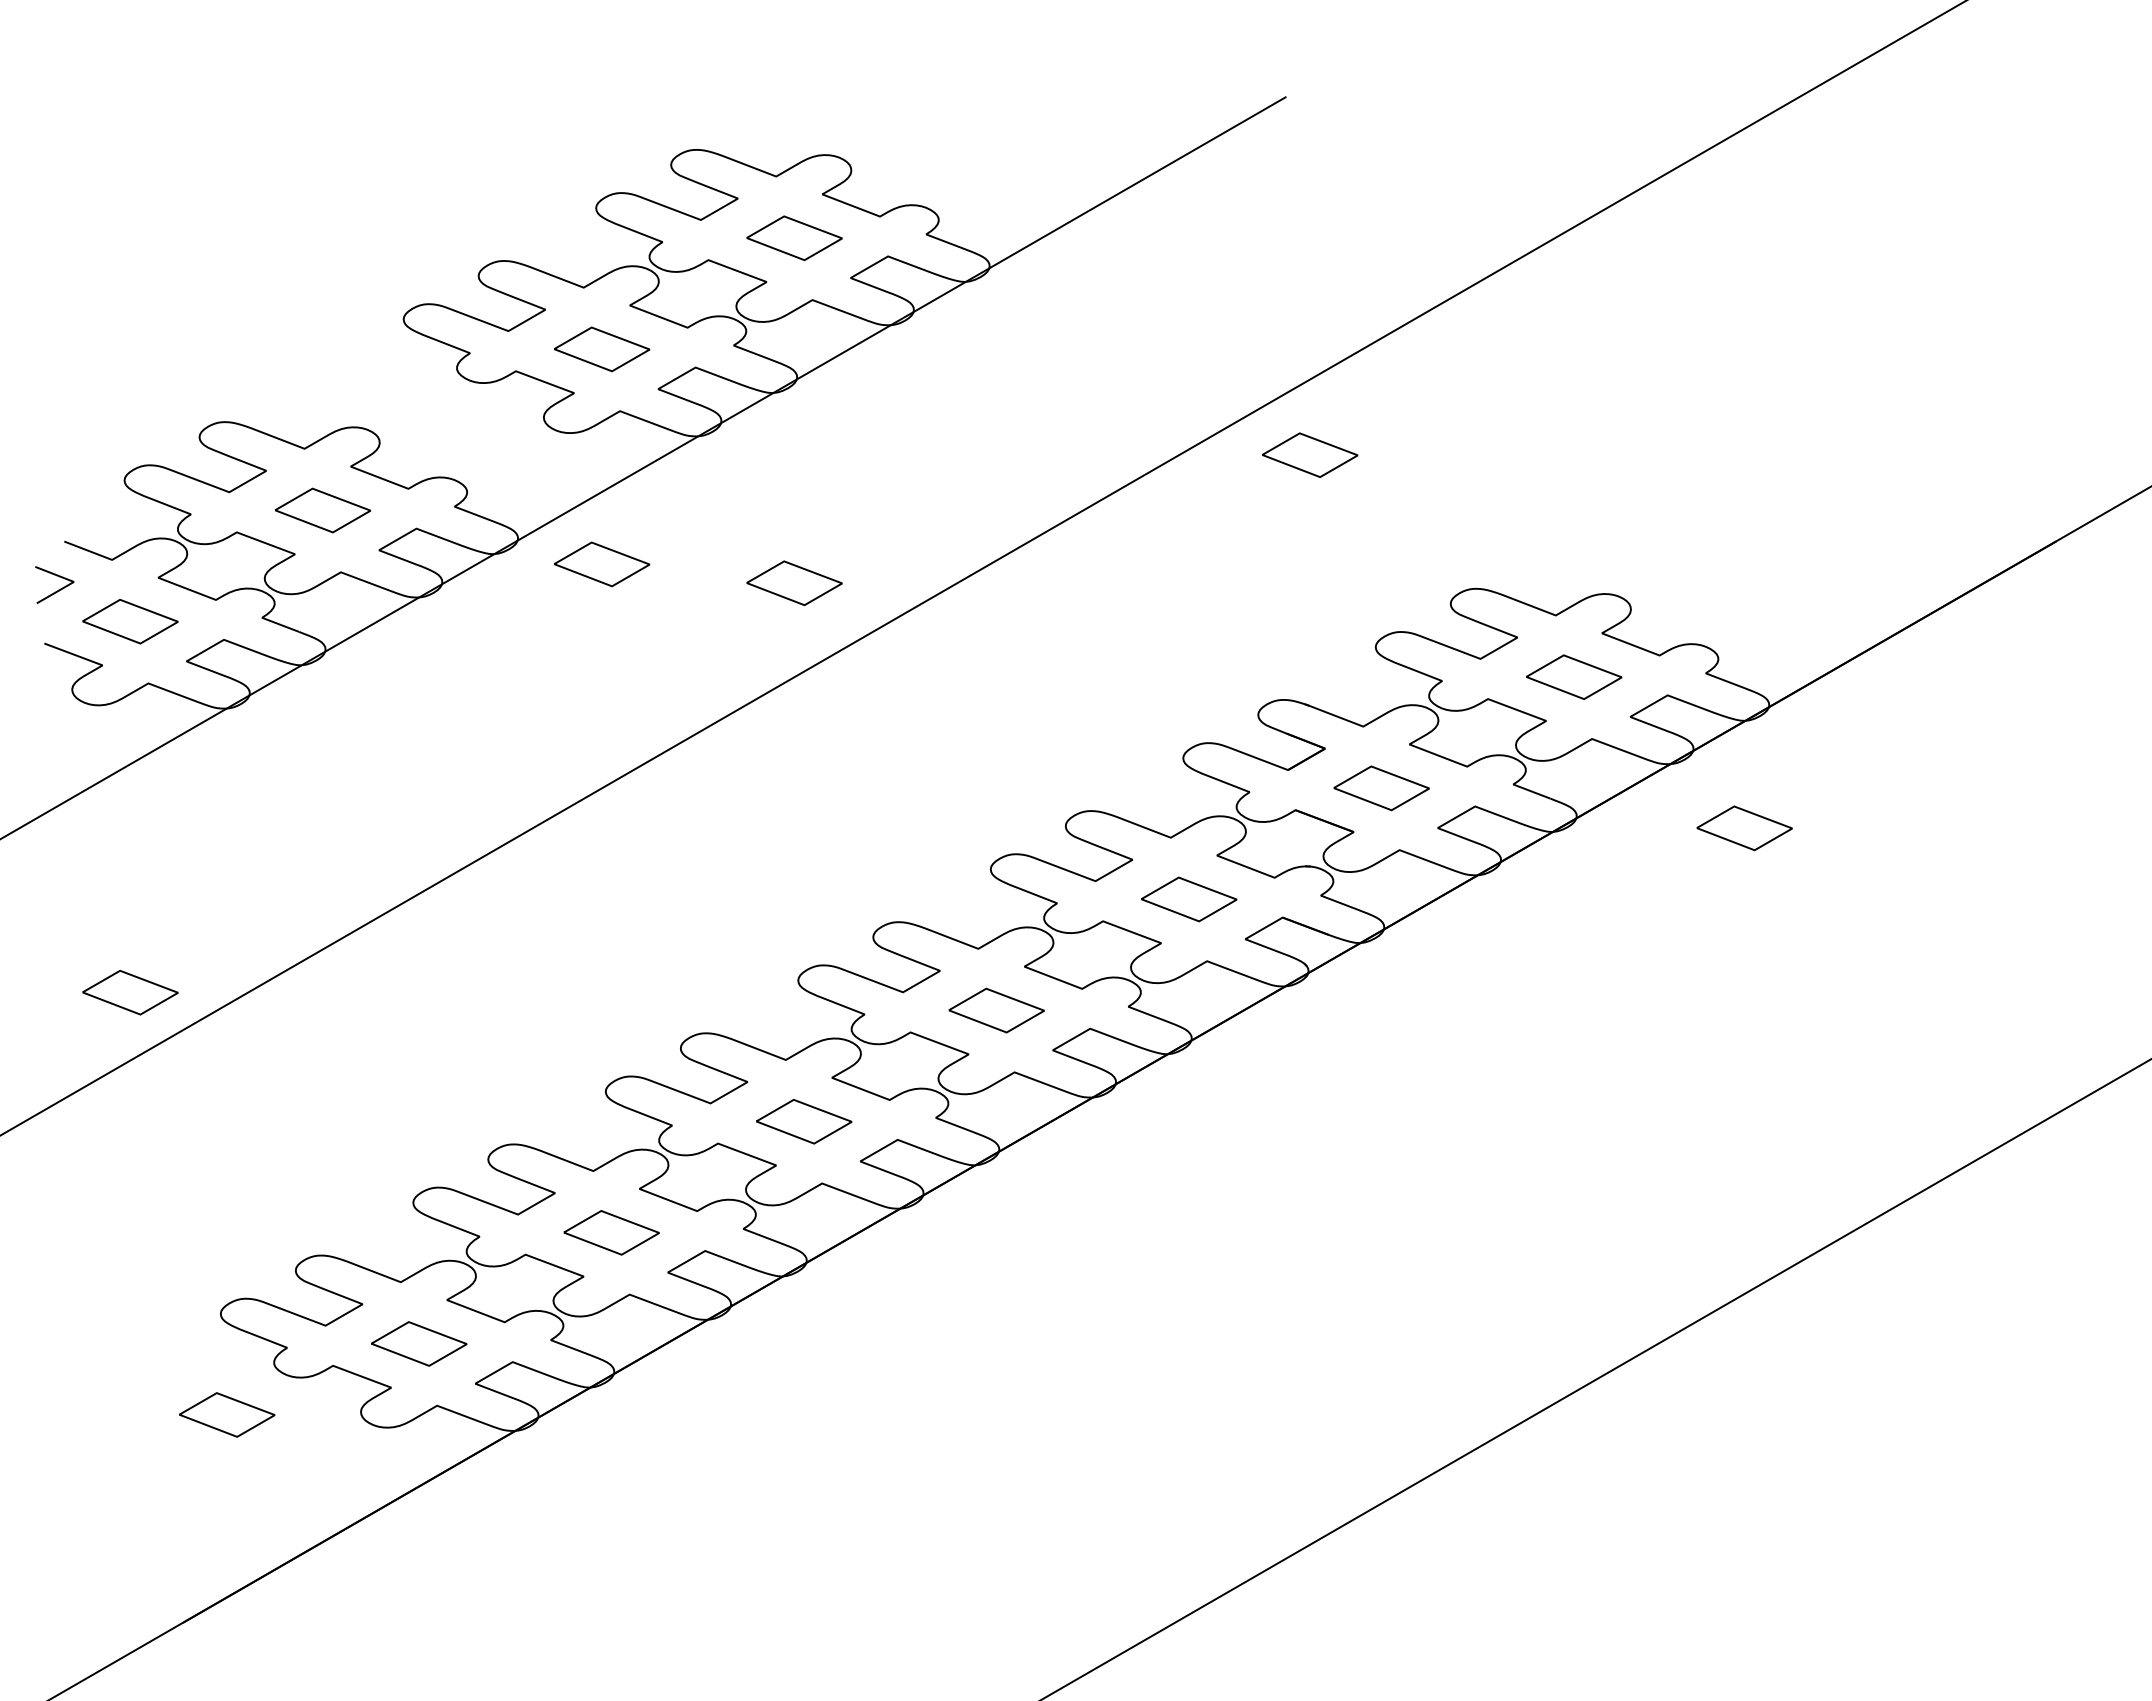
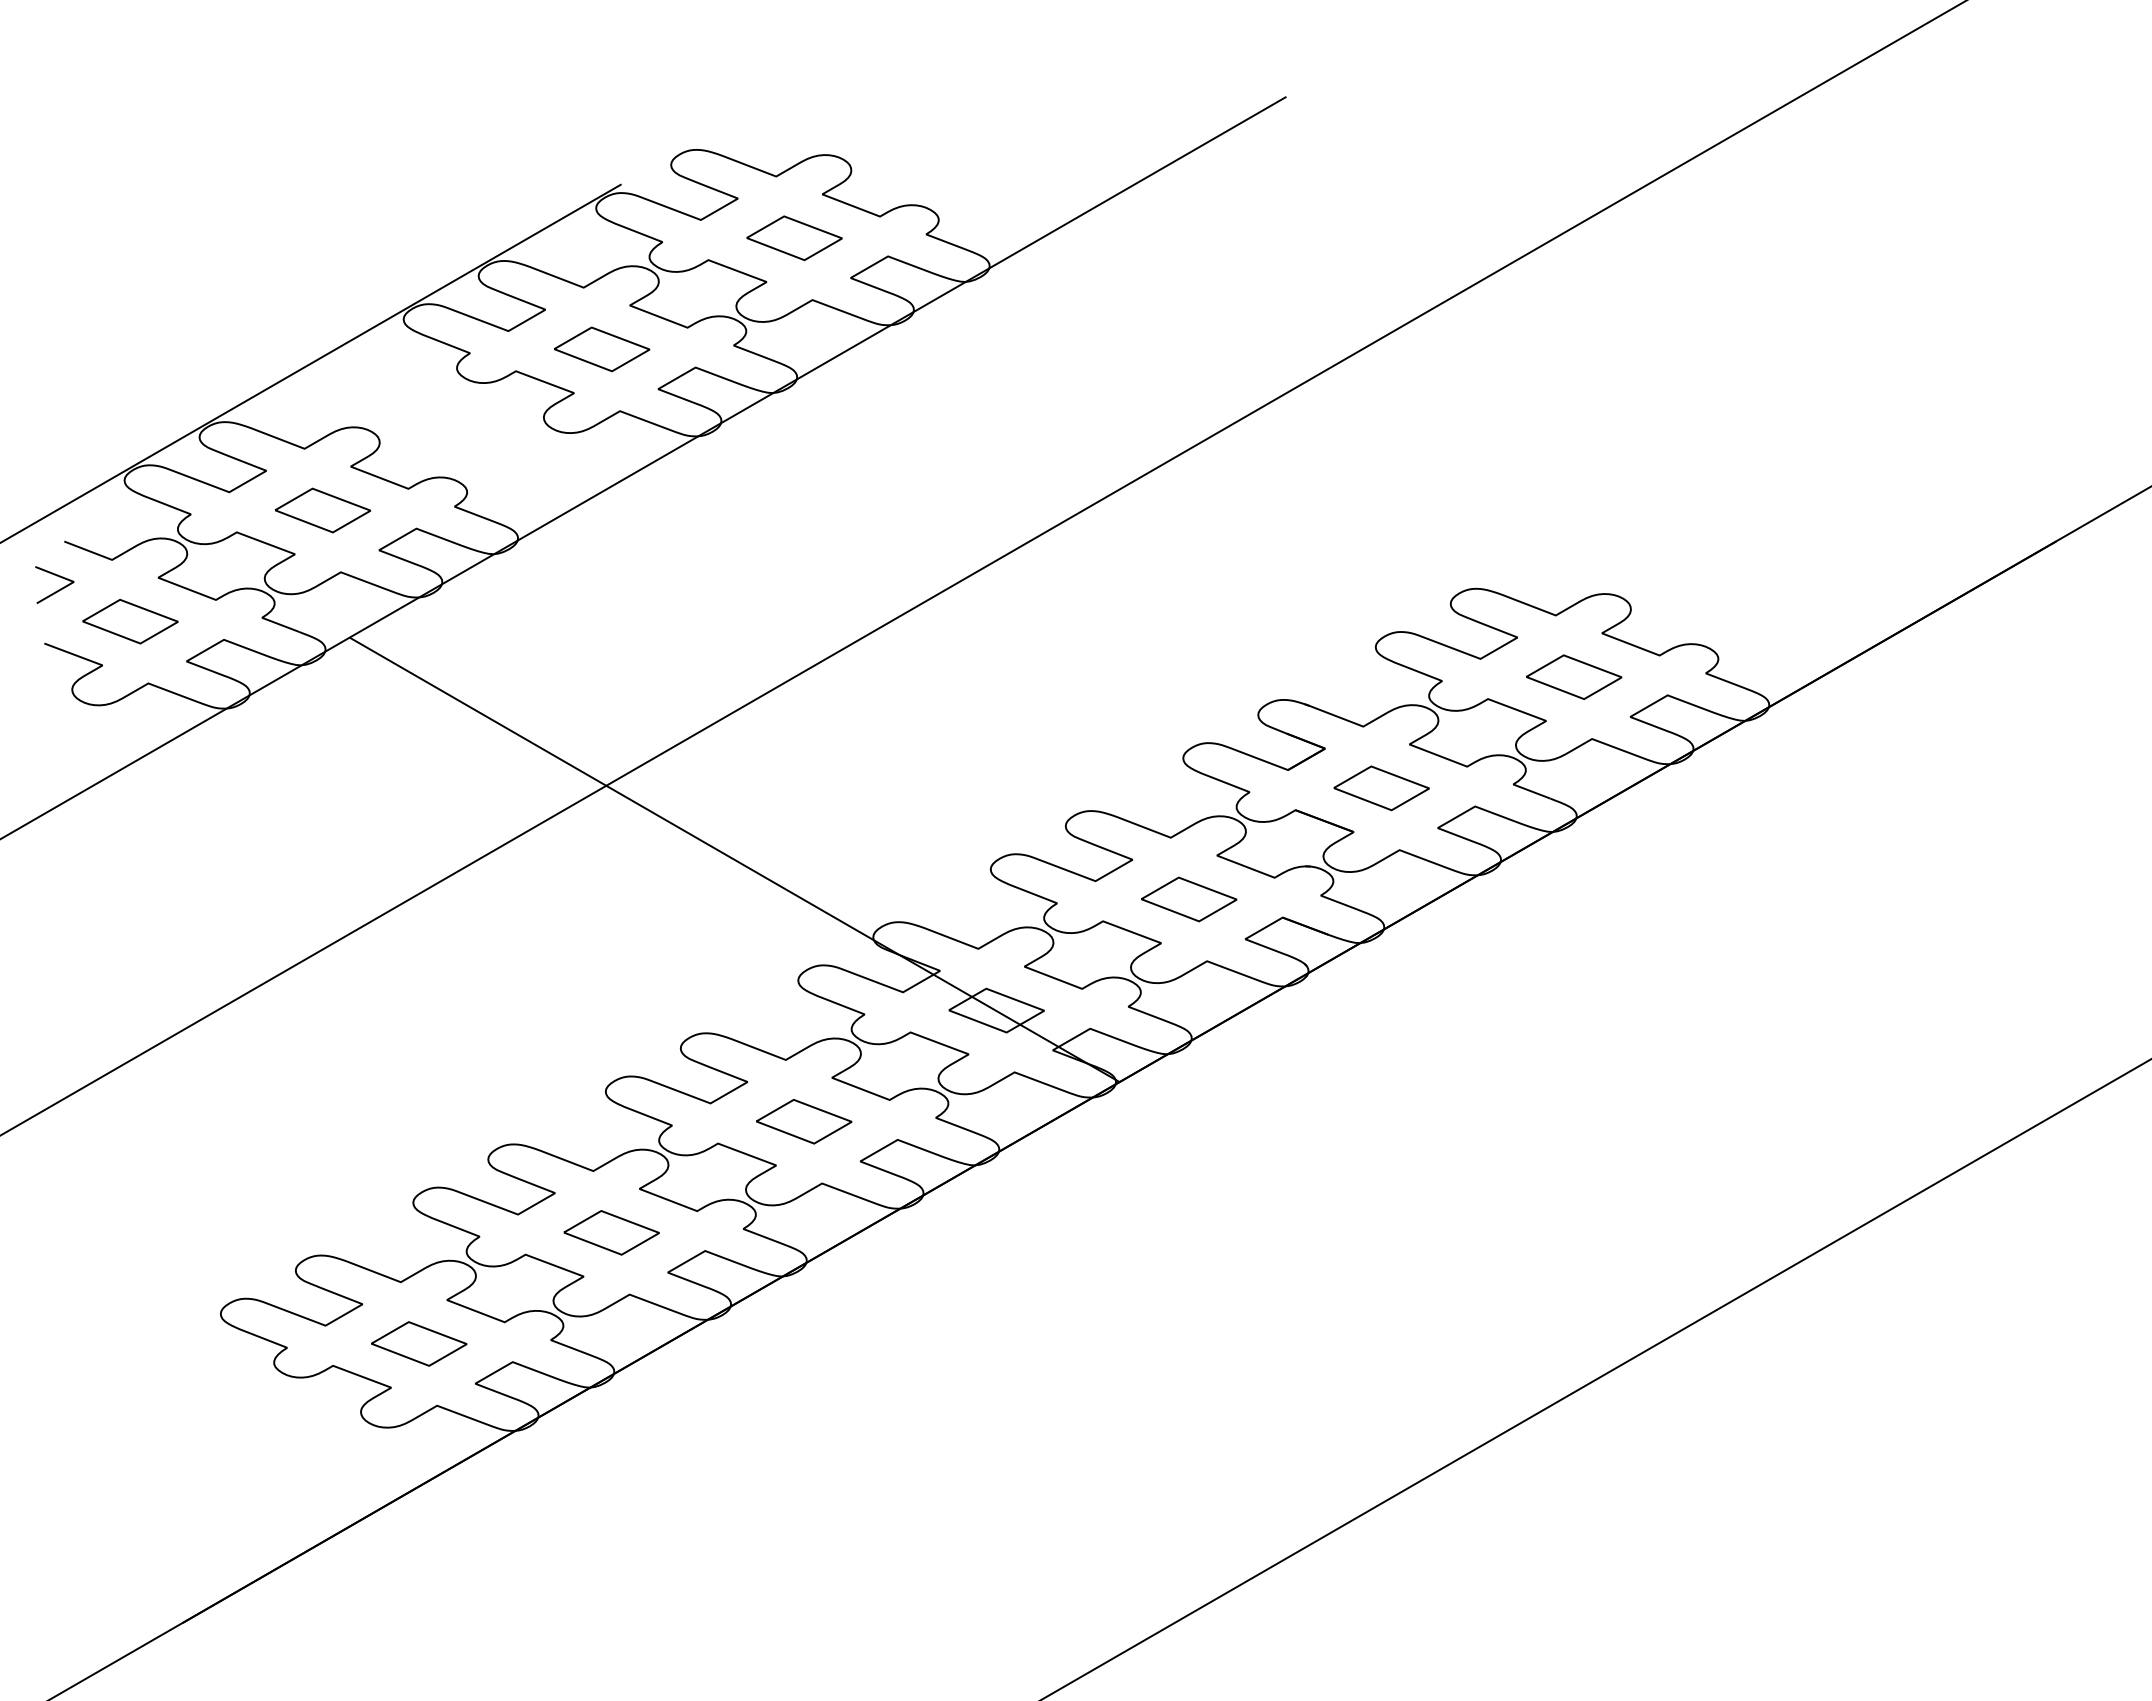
line at (311, 362): none -> present
curve at (1315, 440): present -> none
curve at (606, 549): present -> none
curve at (790, 598): present -> none
curve at (1740, 843): present -> none
line at (734, 859): none -> present
curve at (134, 977): present -> none
curve at (233, 1400): present -> none
